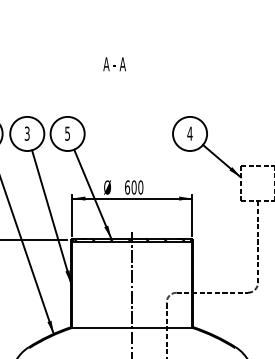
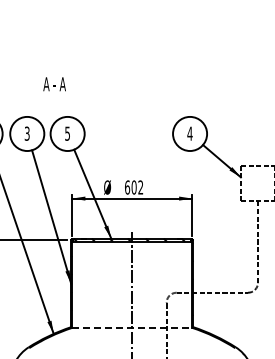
text at (114, 64) position: (114, 64) -> (54, 84)
text at (140, 187): 600 -> 602
line at (132, 327): solid -> dashed
